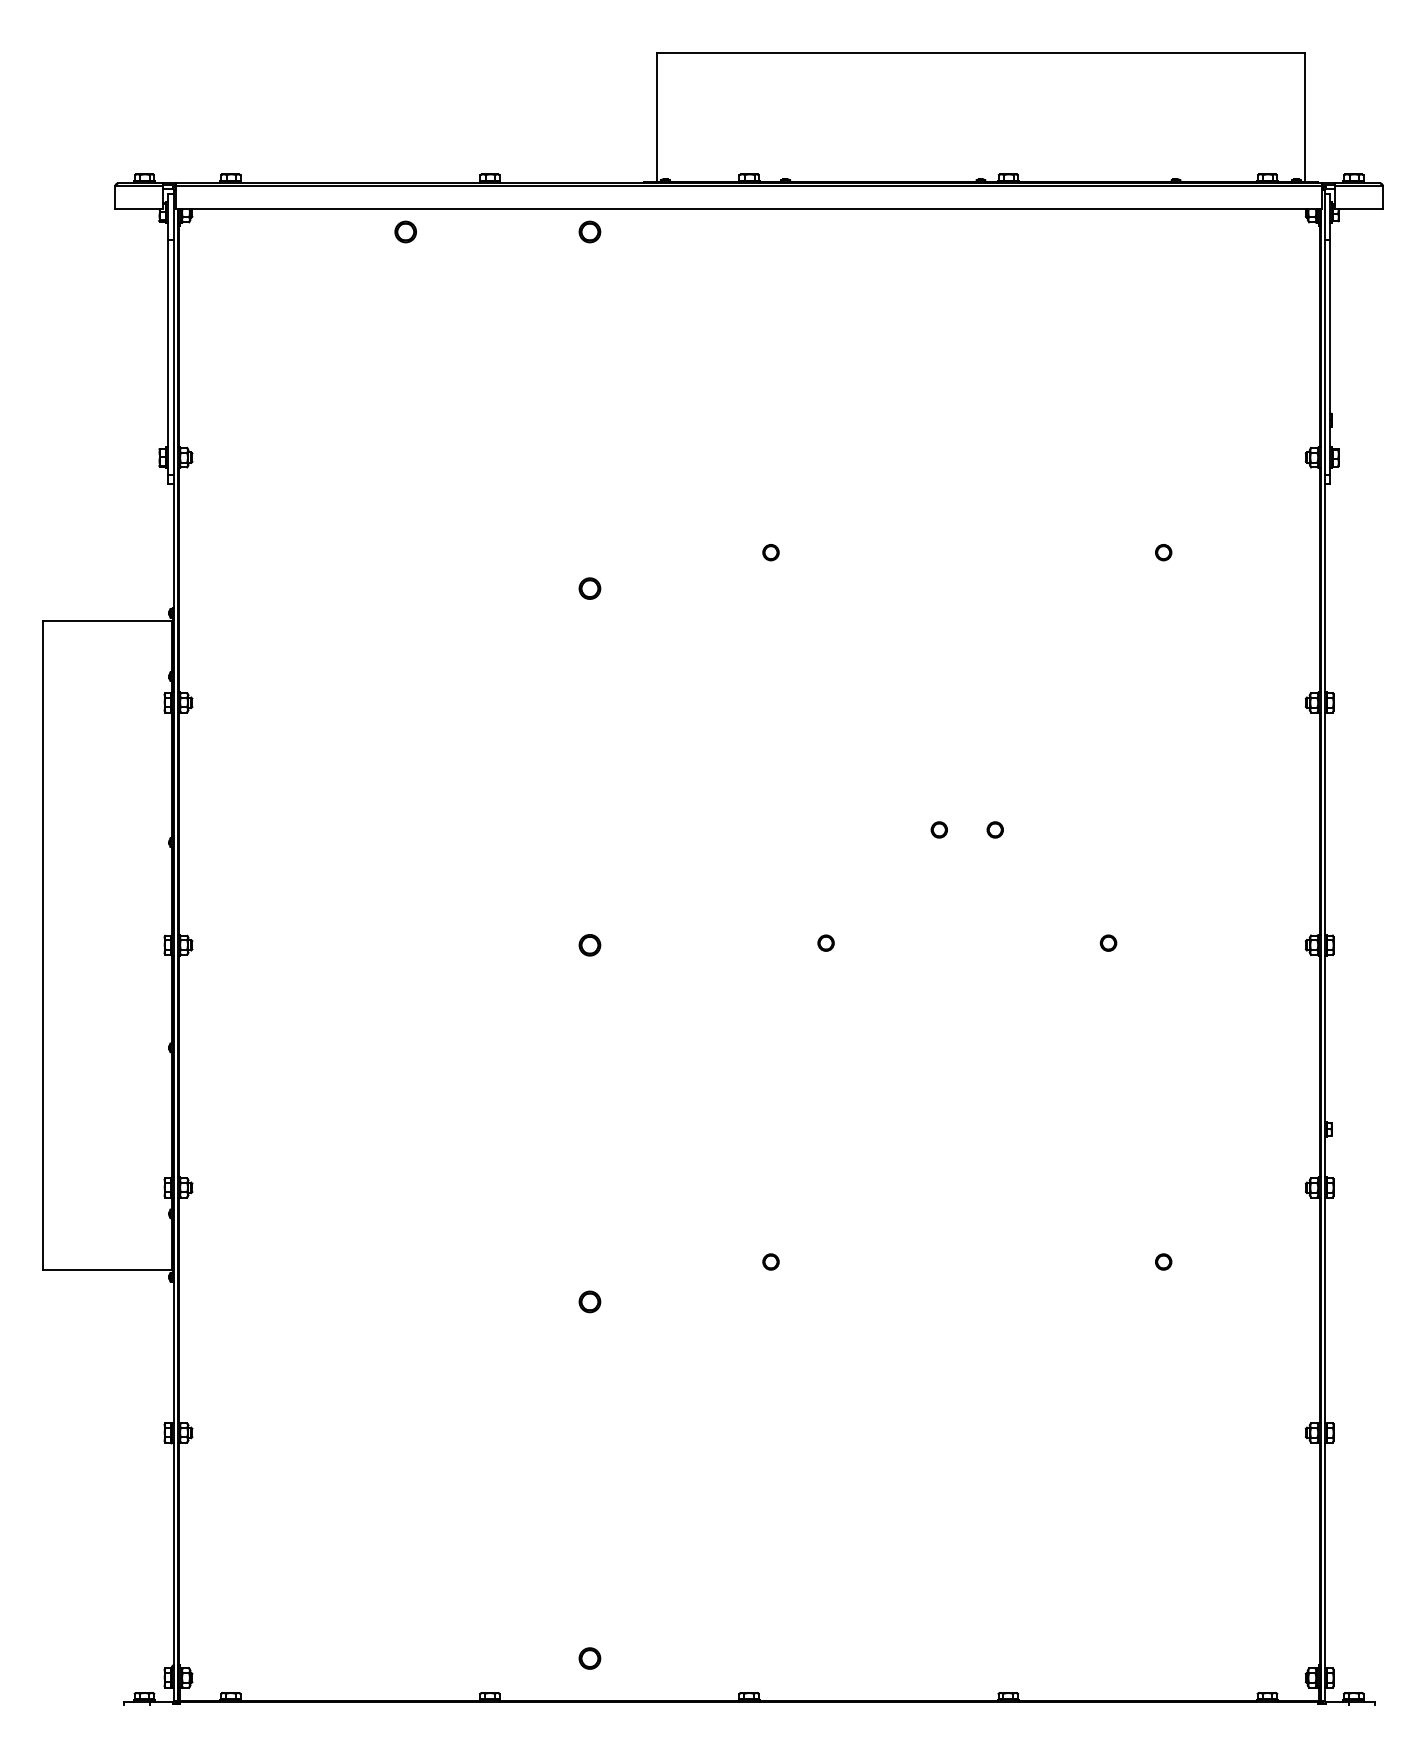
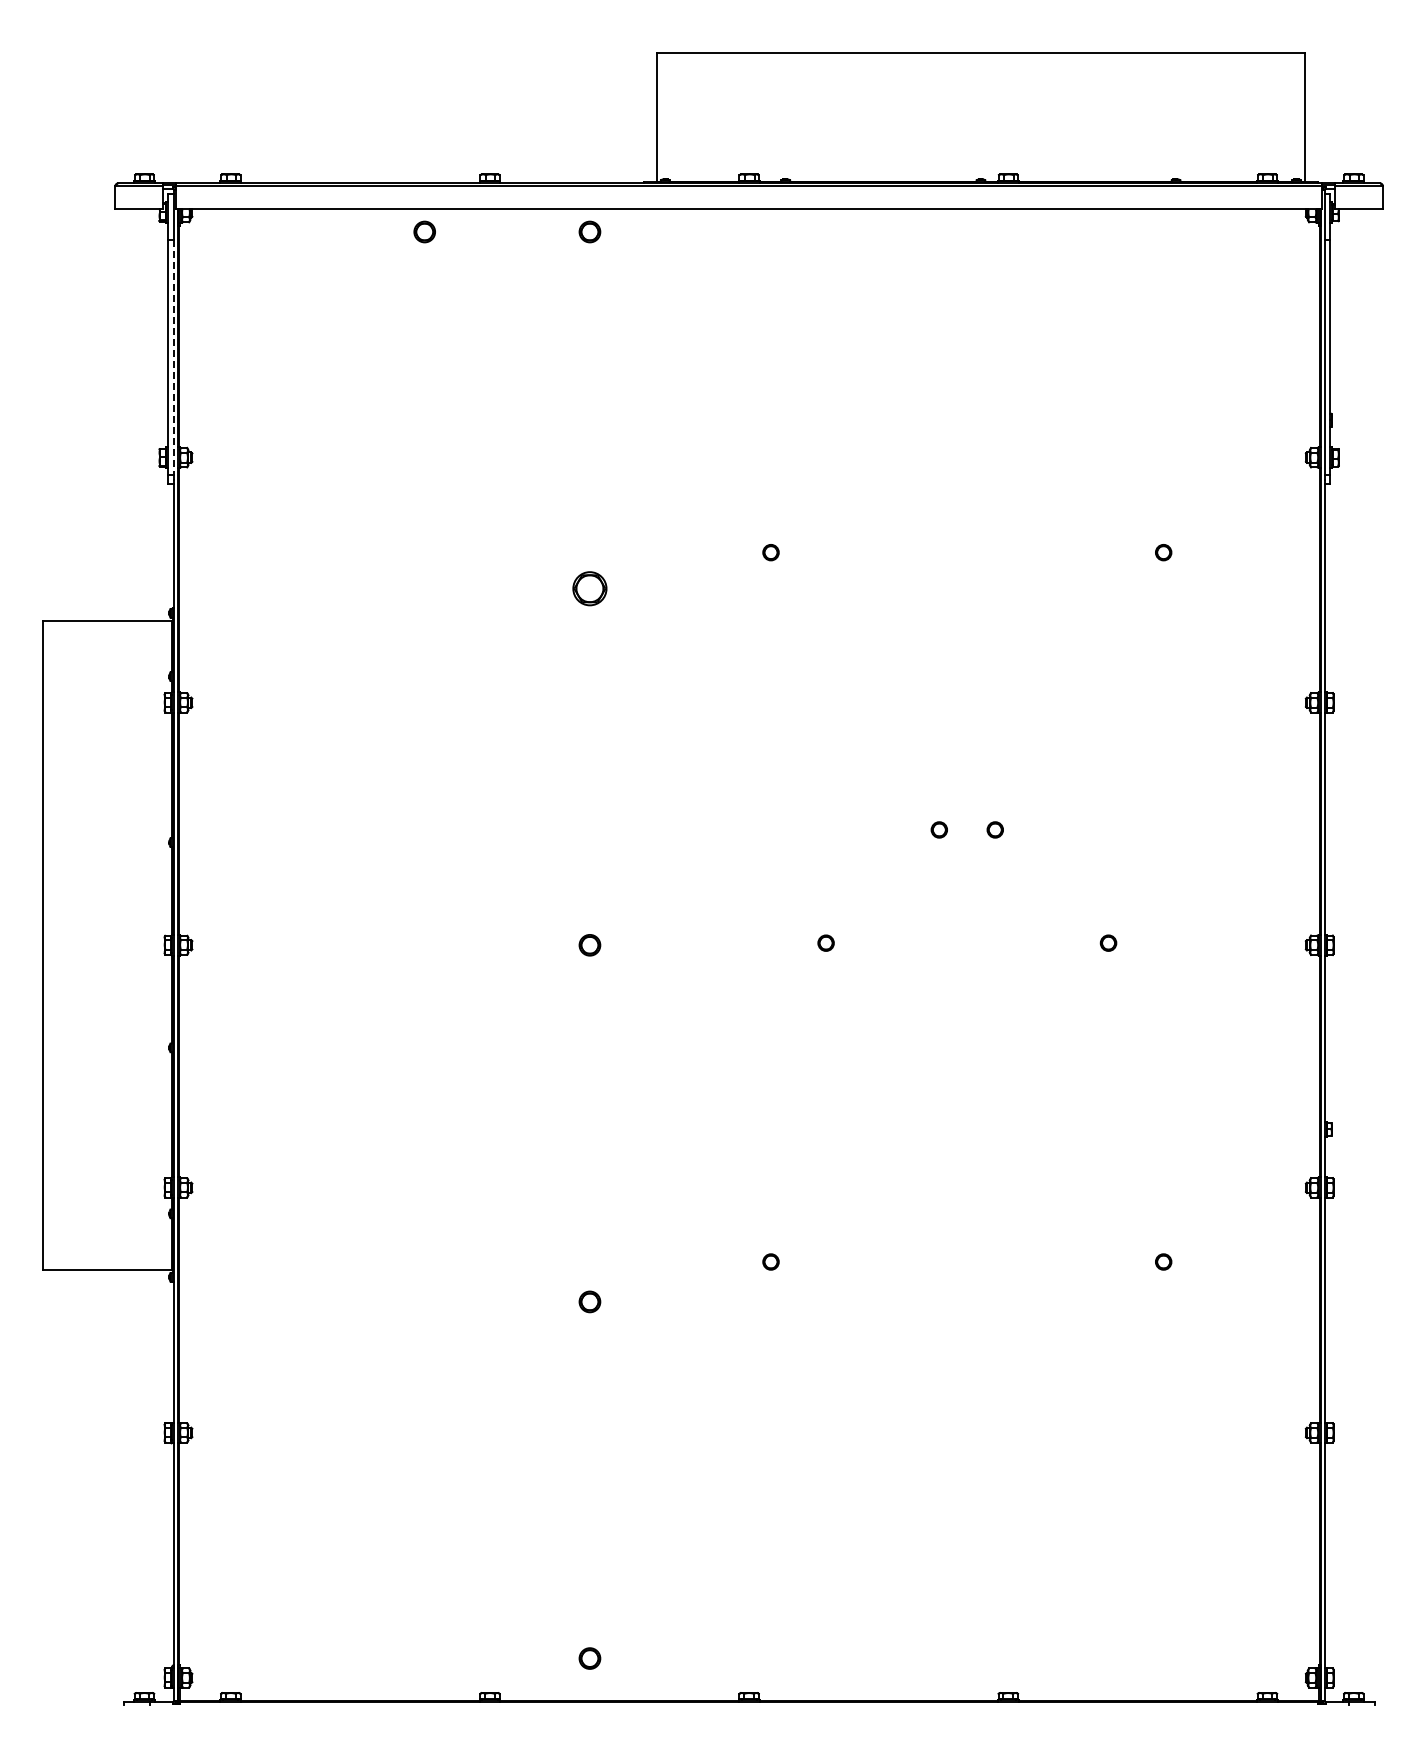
part at (405, 231) position: (405, 231) -> (424, 231)
line at (173, 357): solid -> dashed
part at (589, 588) size: 24x23 px -> 36x36 px
